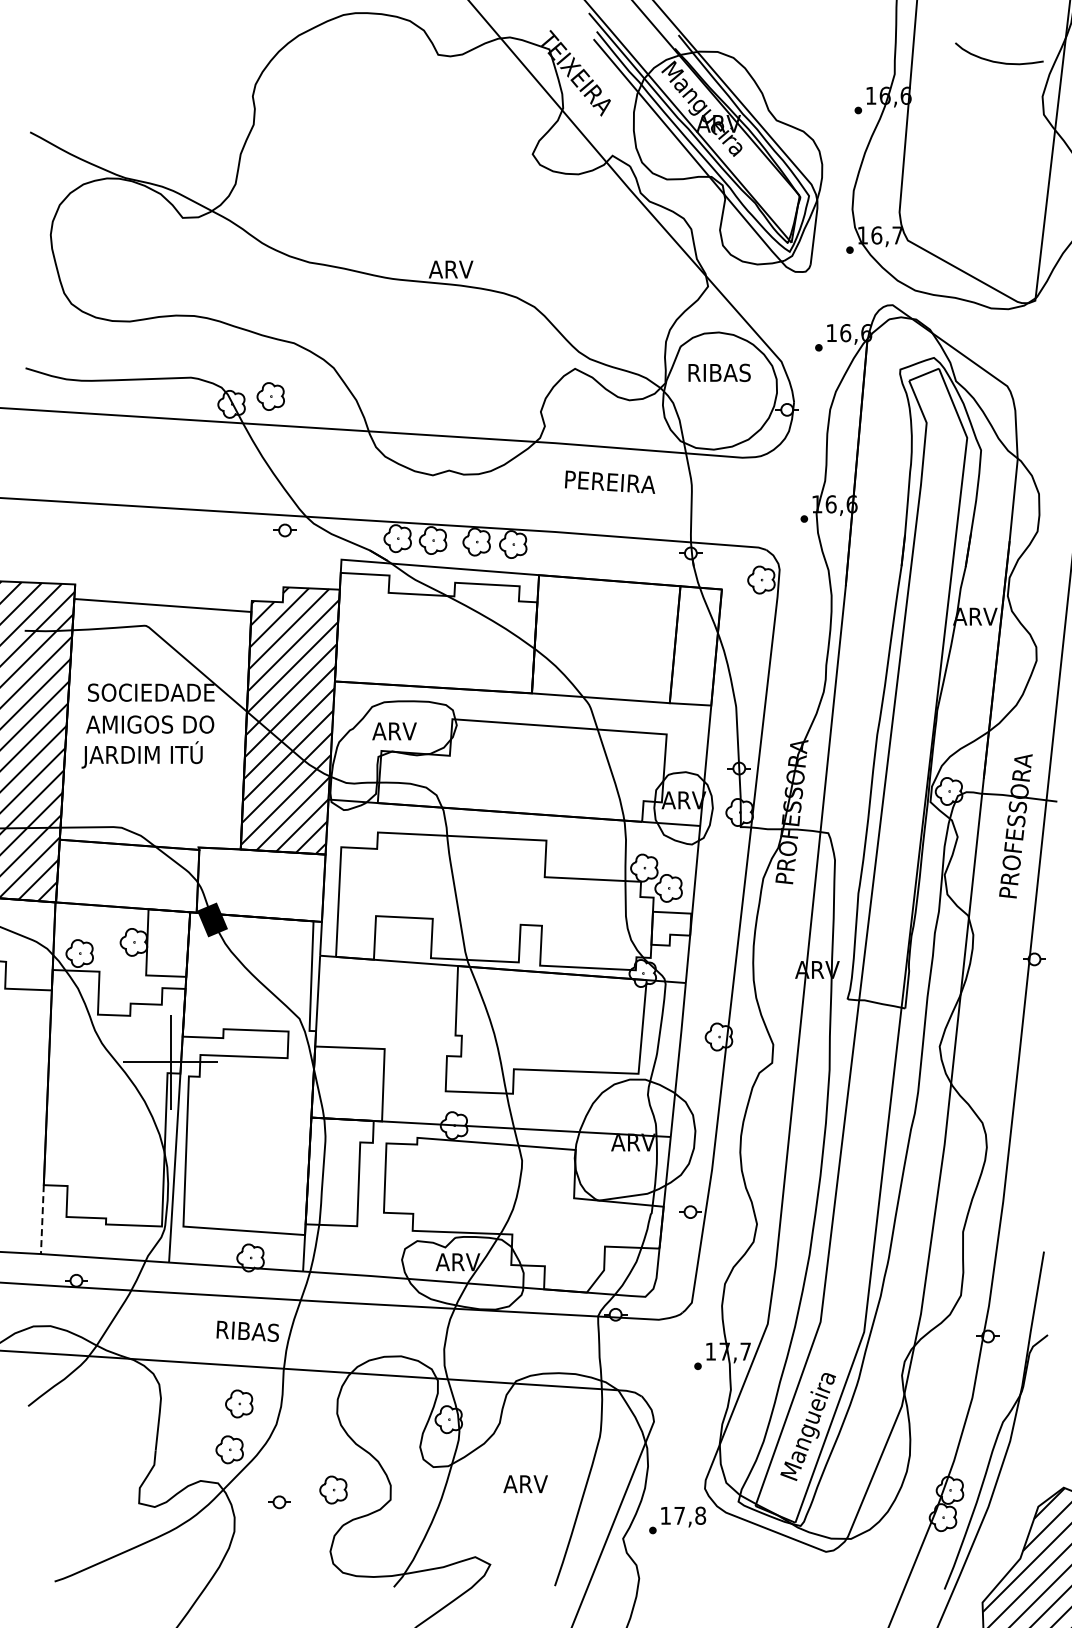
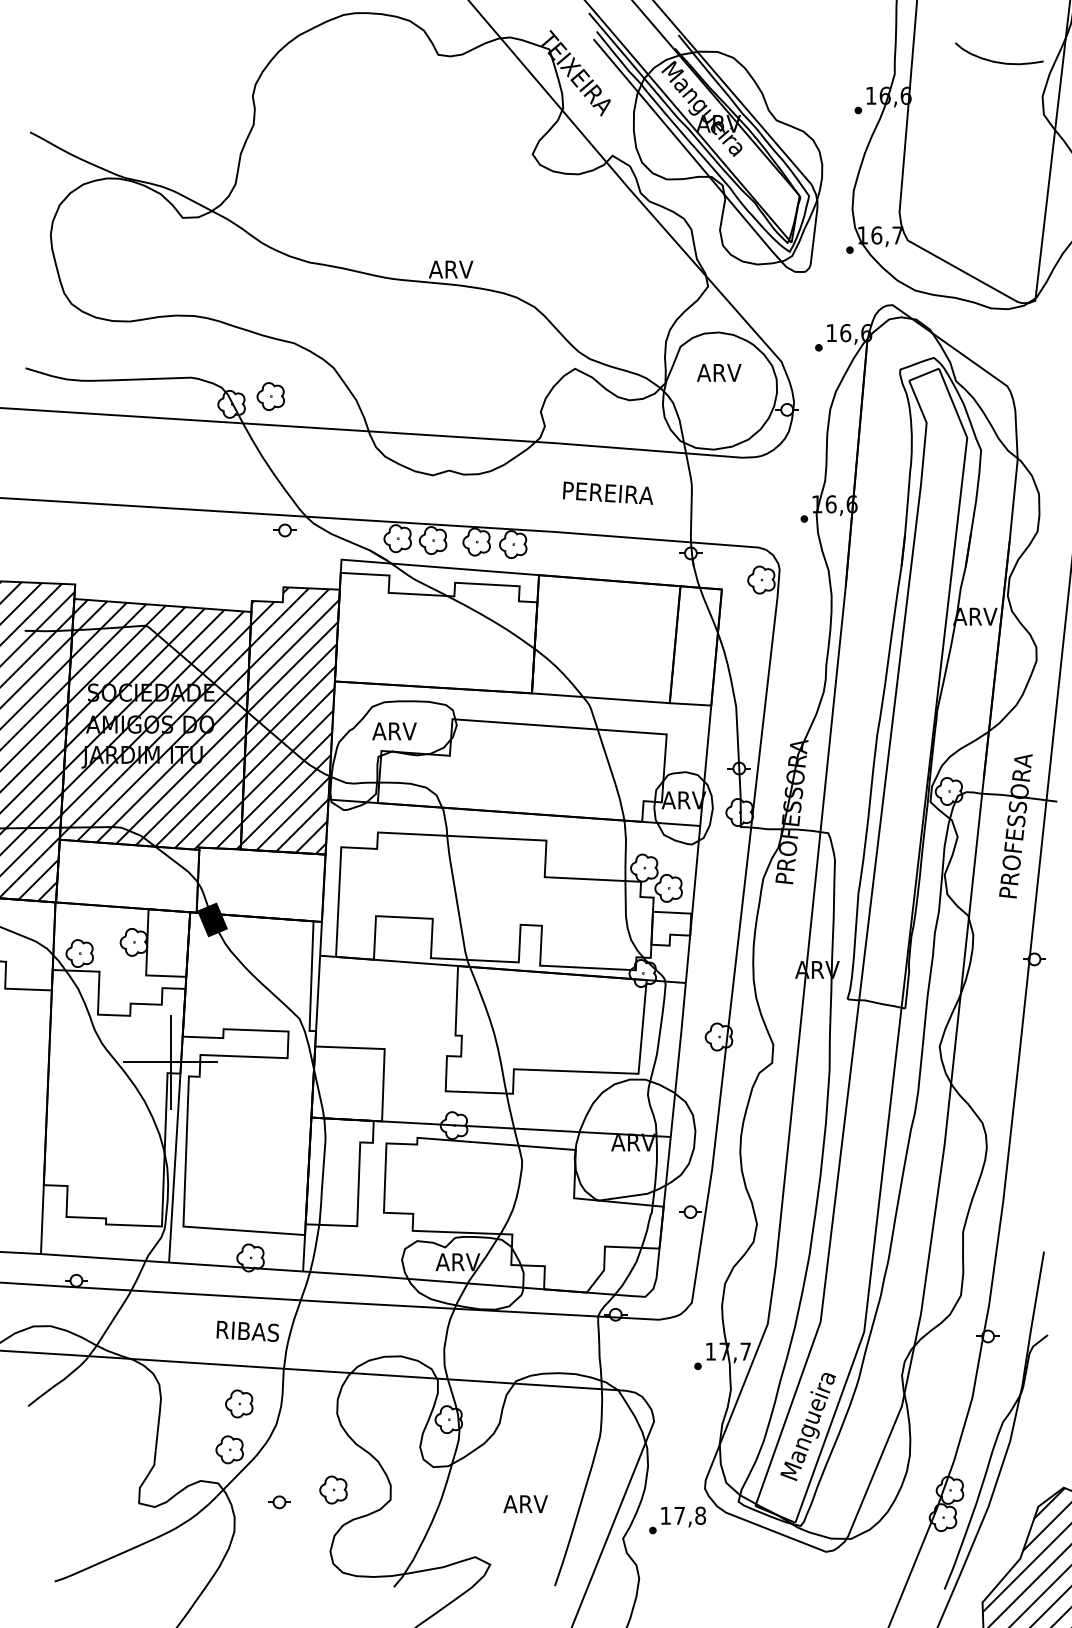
text at (719, 372): RIBAS -> ARV
text at (610, 481) position: (610, 481) -> (608, 492)
hatch at (154, 724): none -> present
line at (42, 1220): dashed -> solid
text at (525, 1483) position: (525, 1483) -> (525, 1503)
